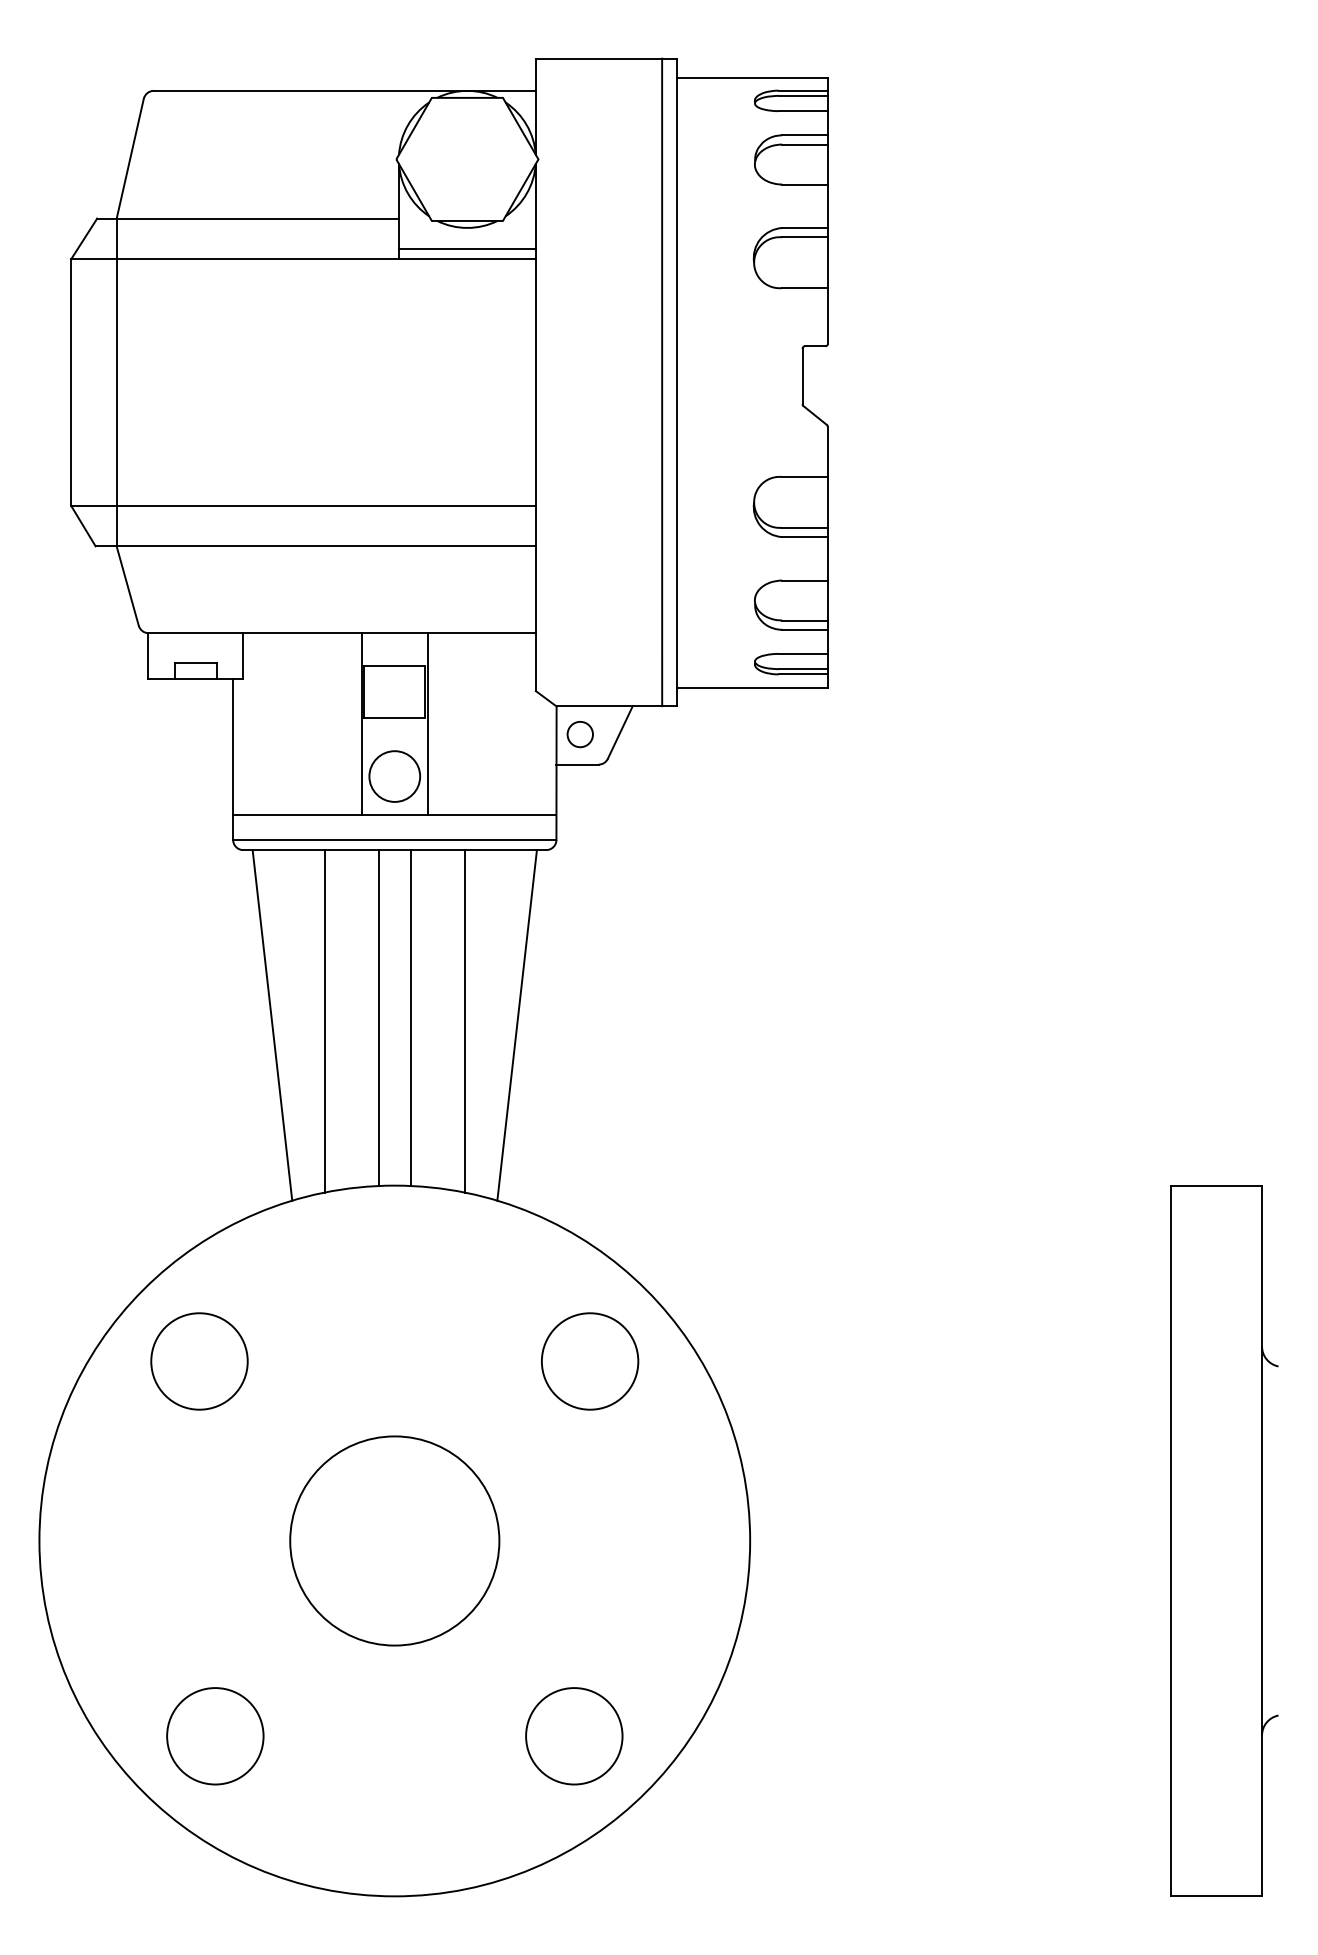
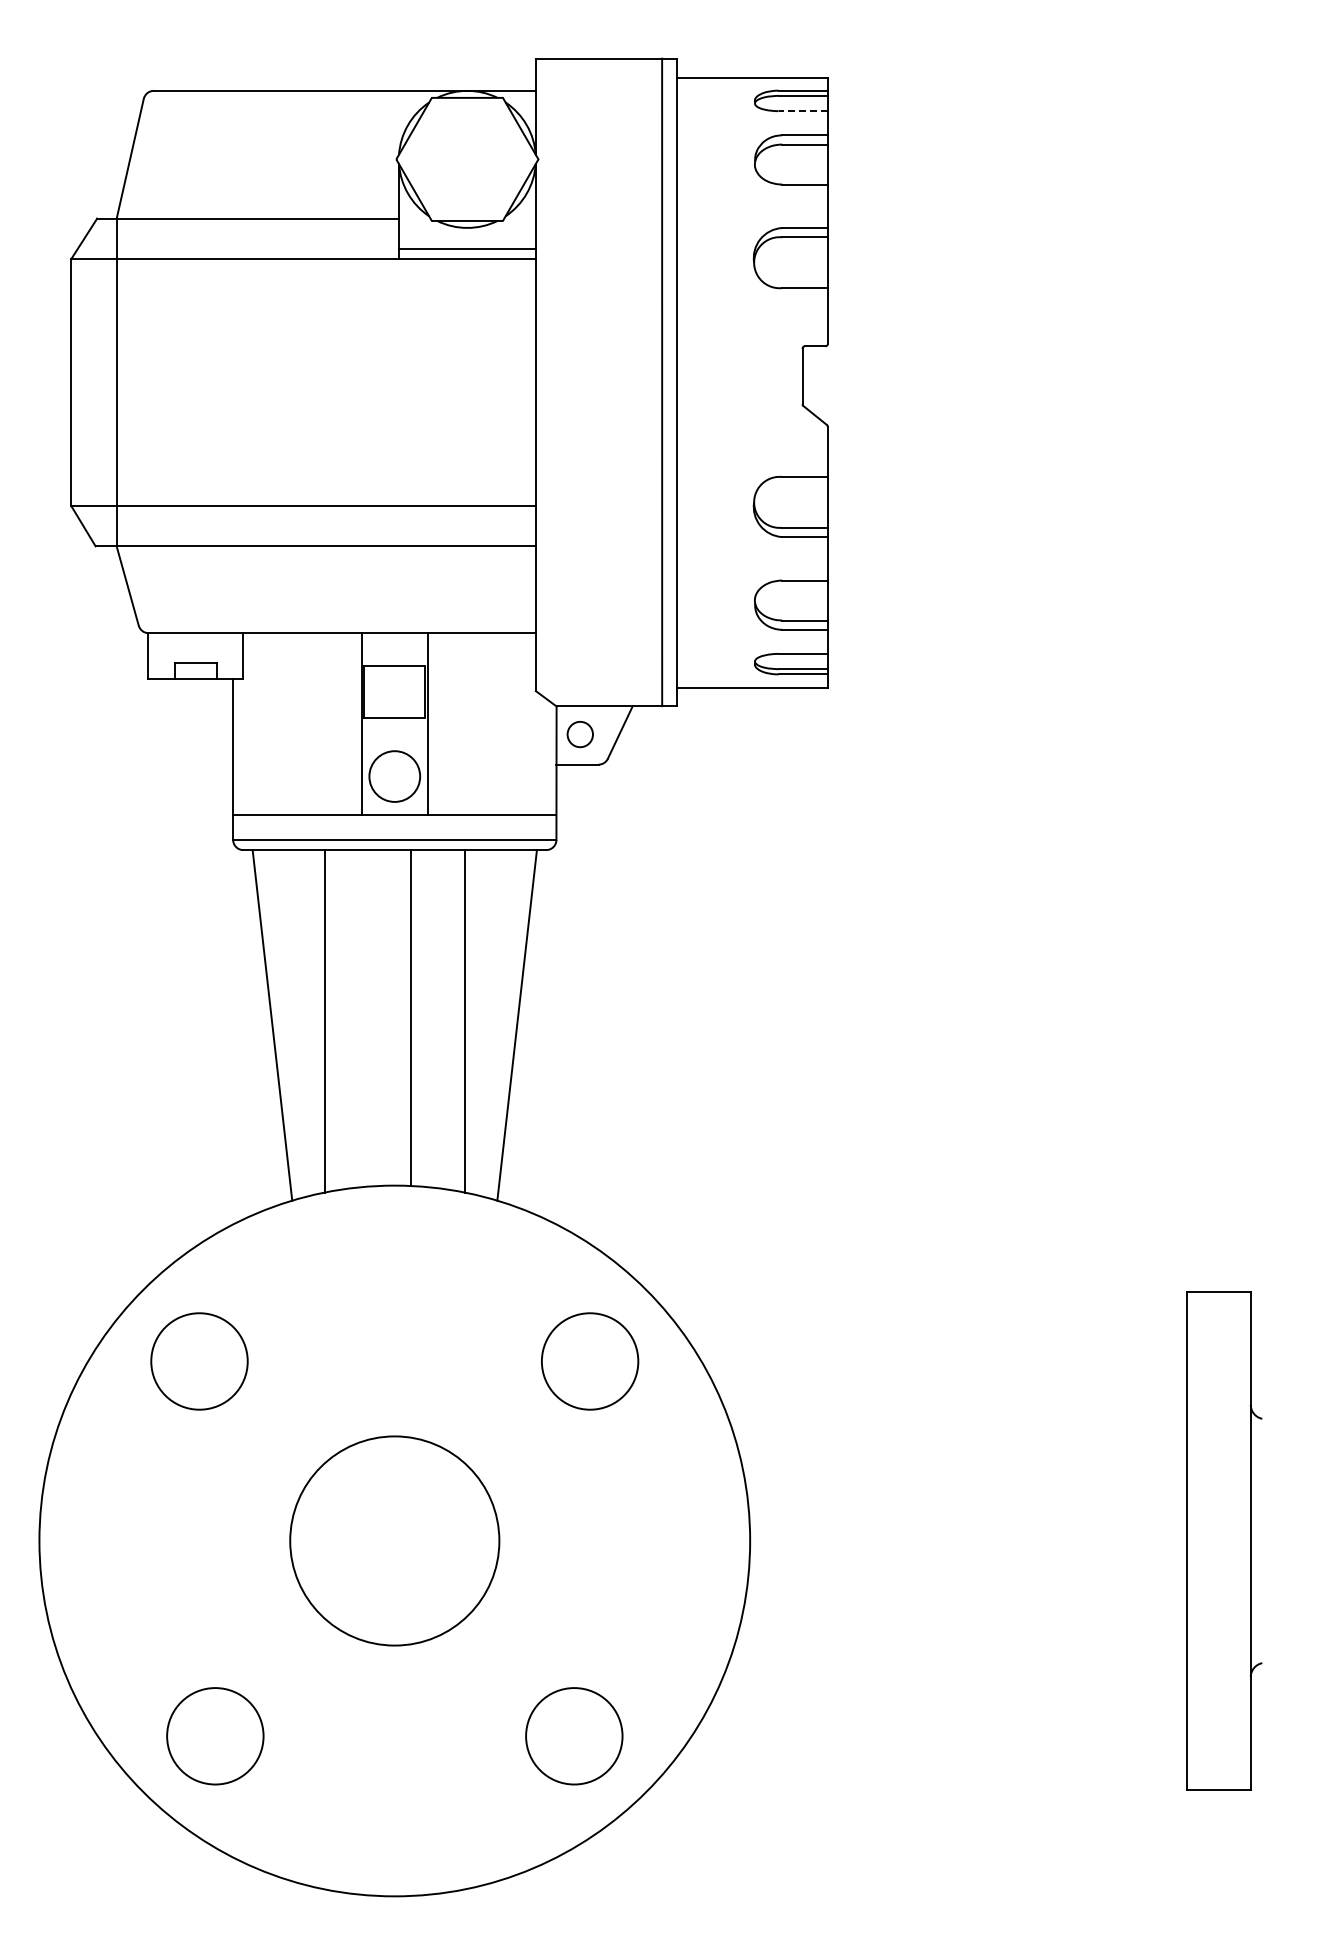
line at (803, 111): solid -> dashed
line at (378, 1017): present -> none
part at (1224, 1540) size: 109x712 px -> 77x500 px
